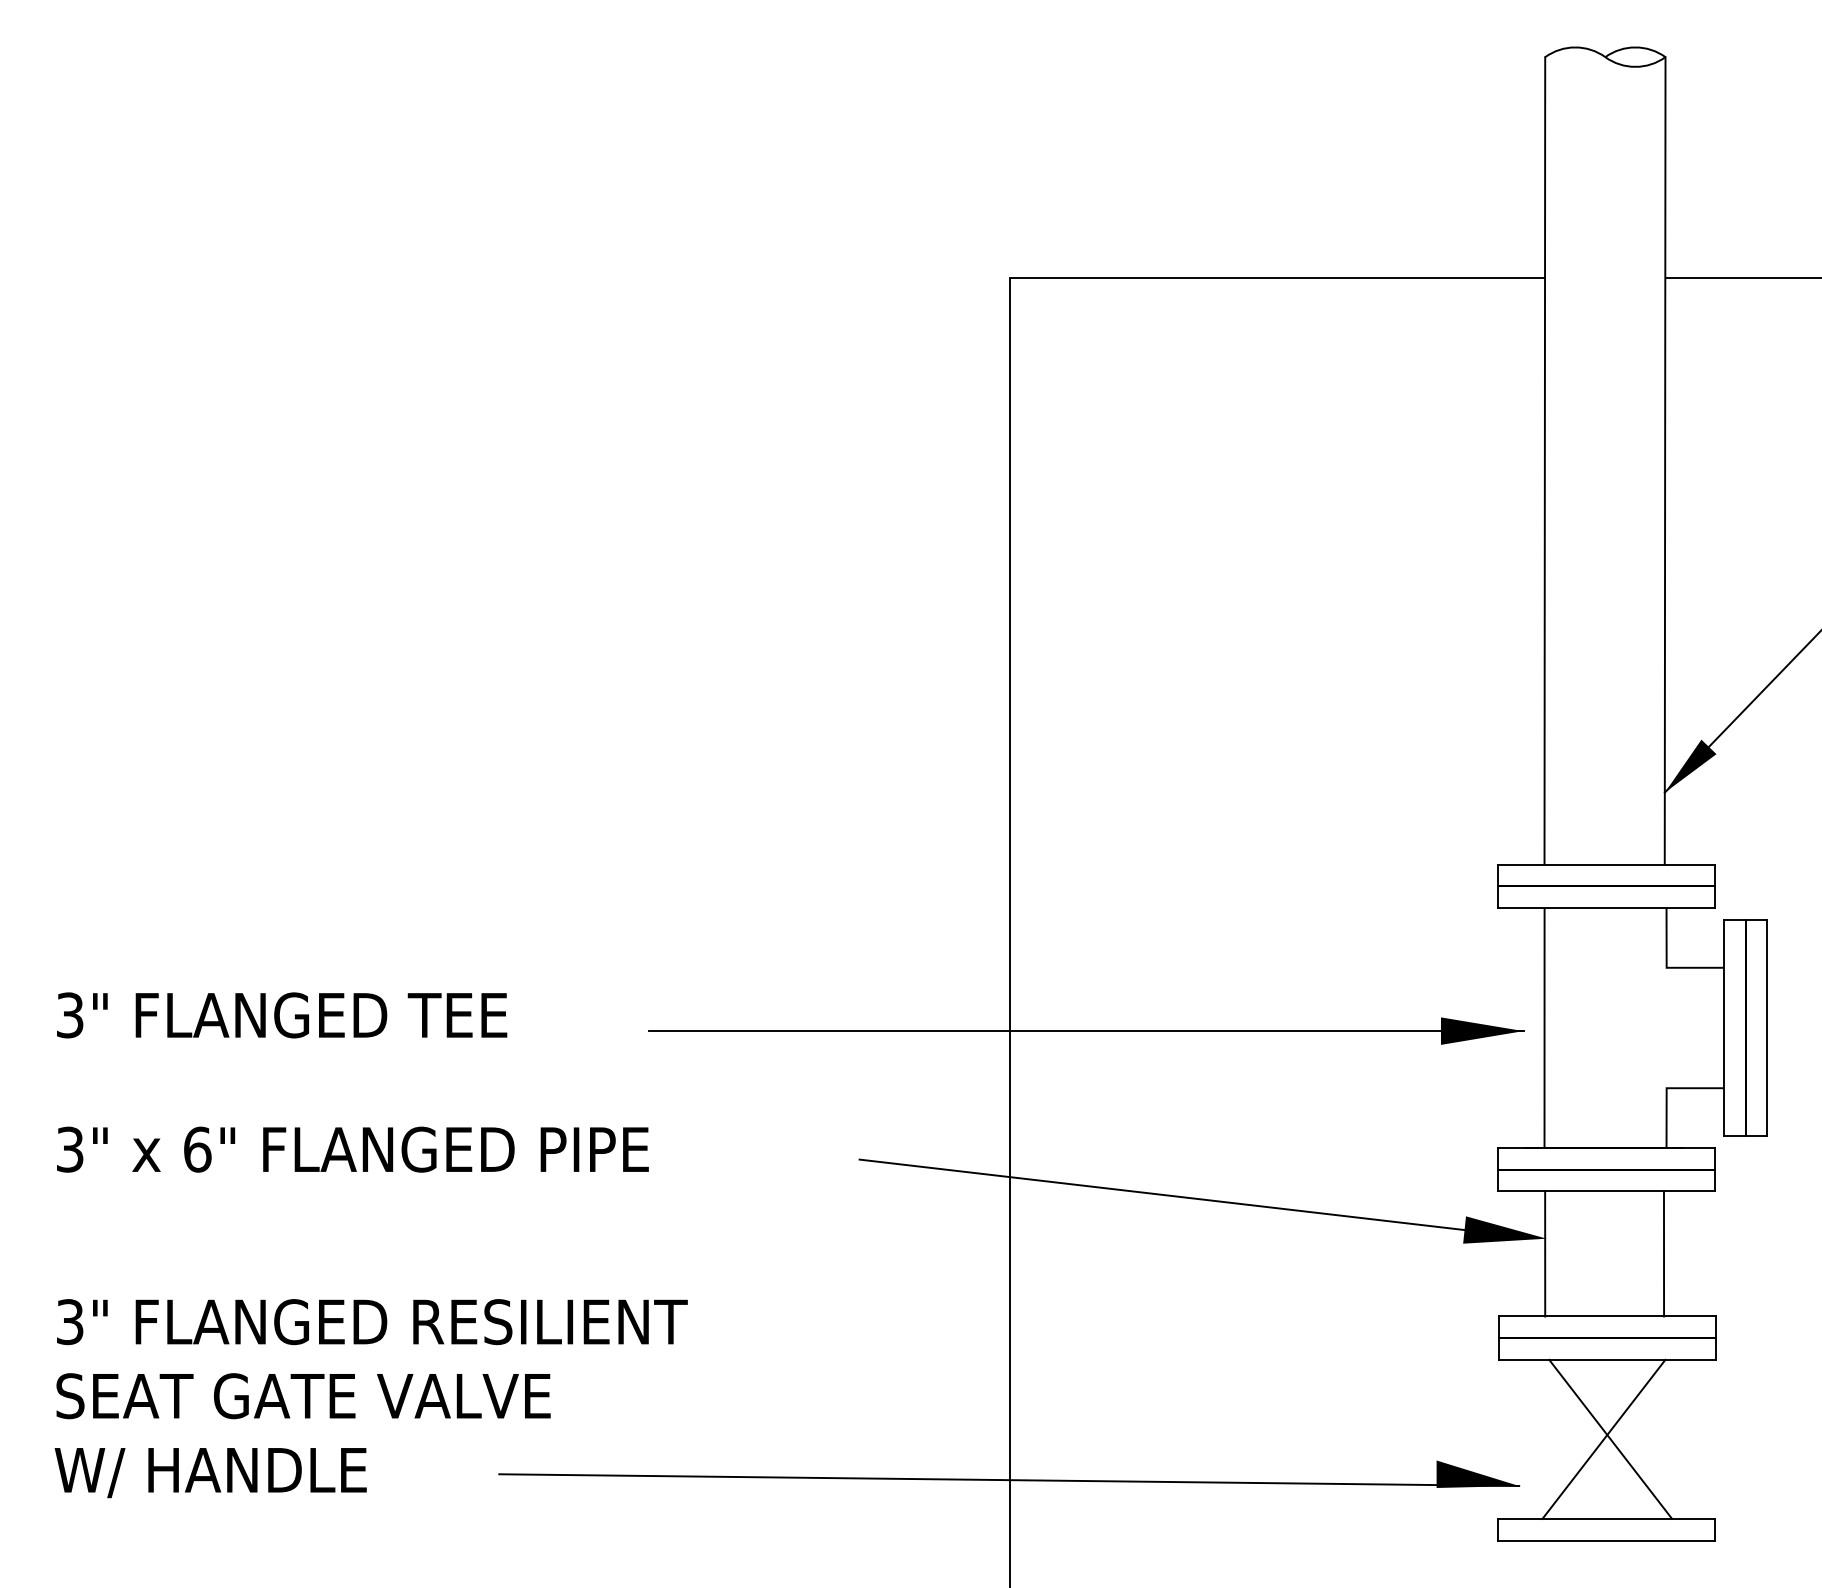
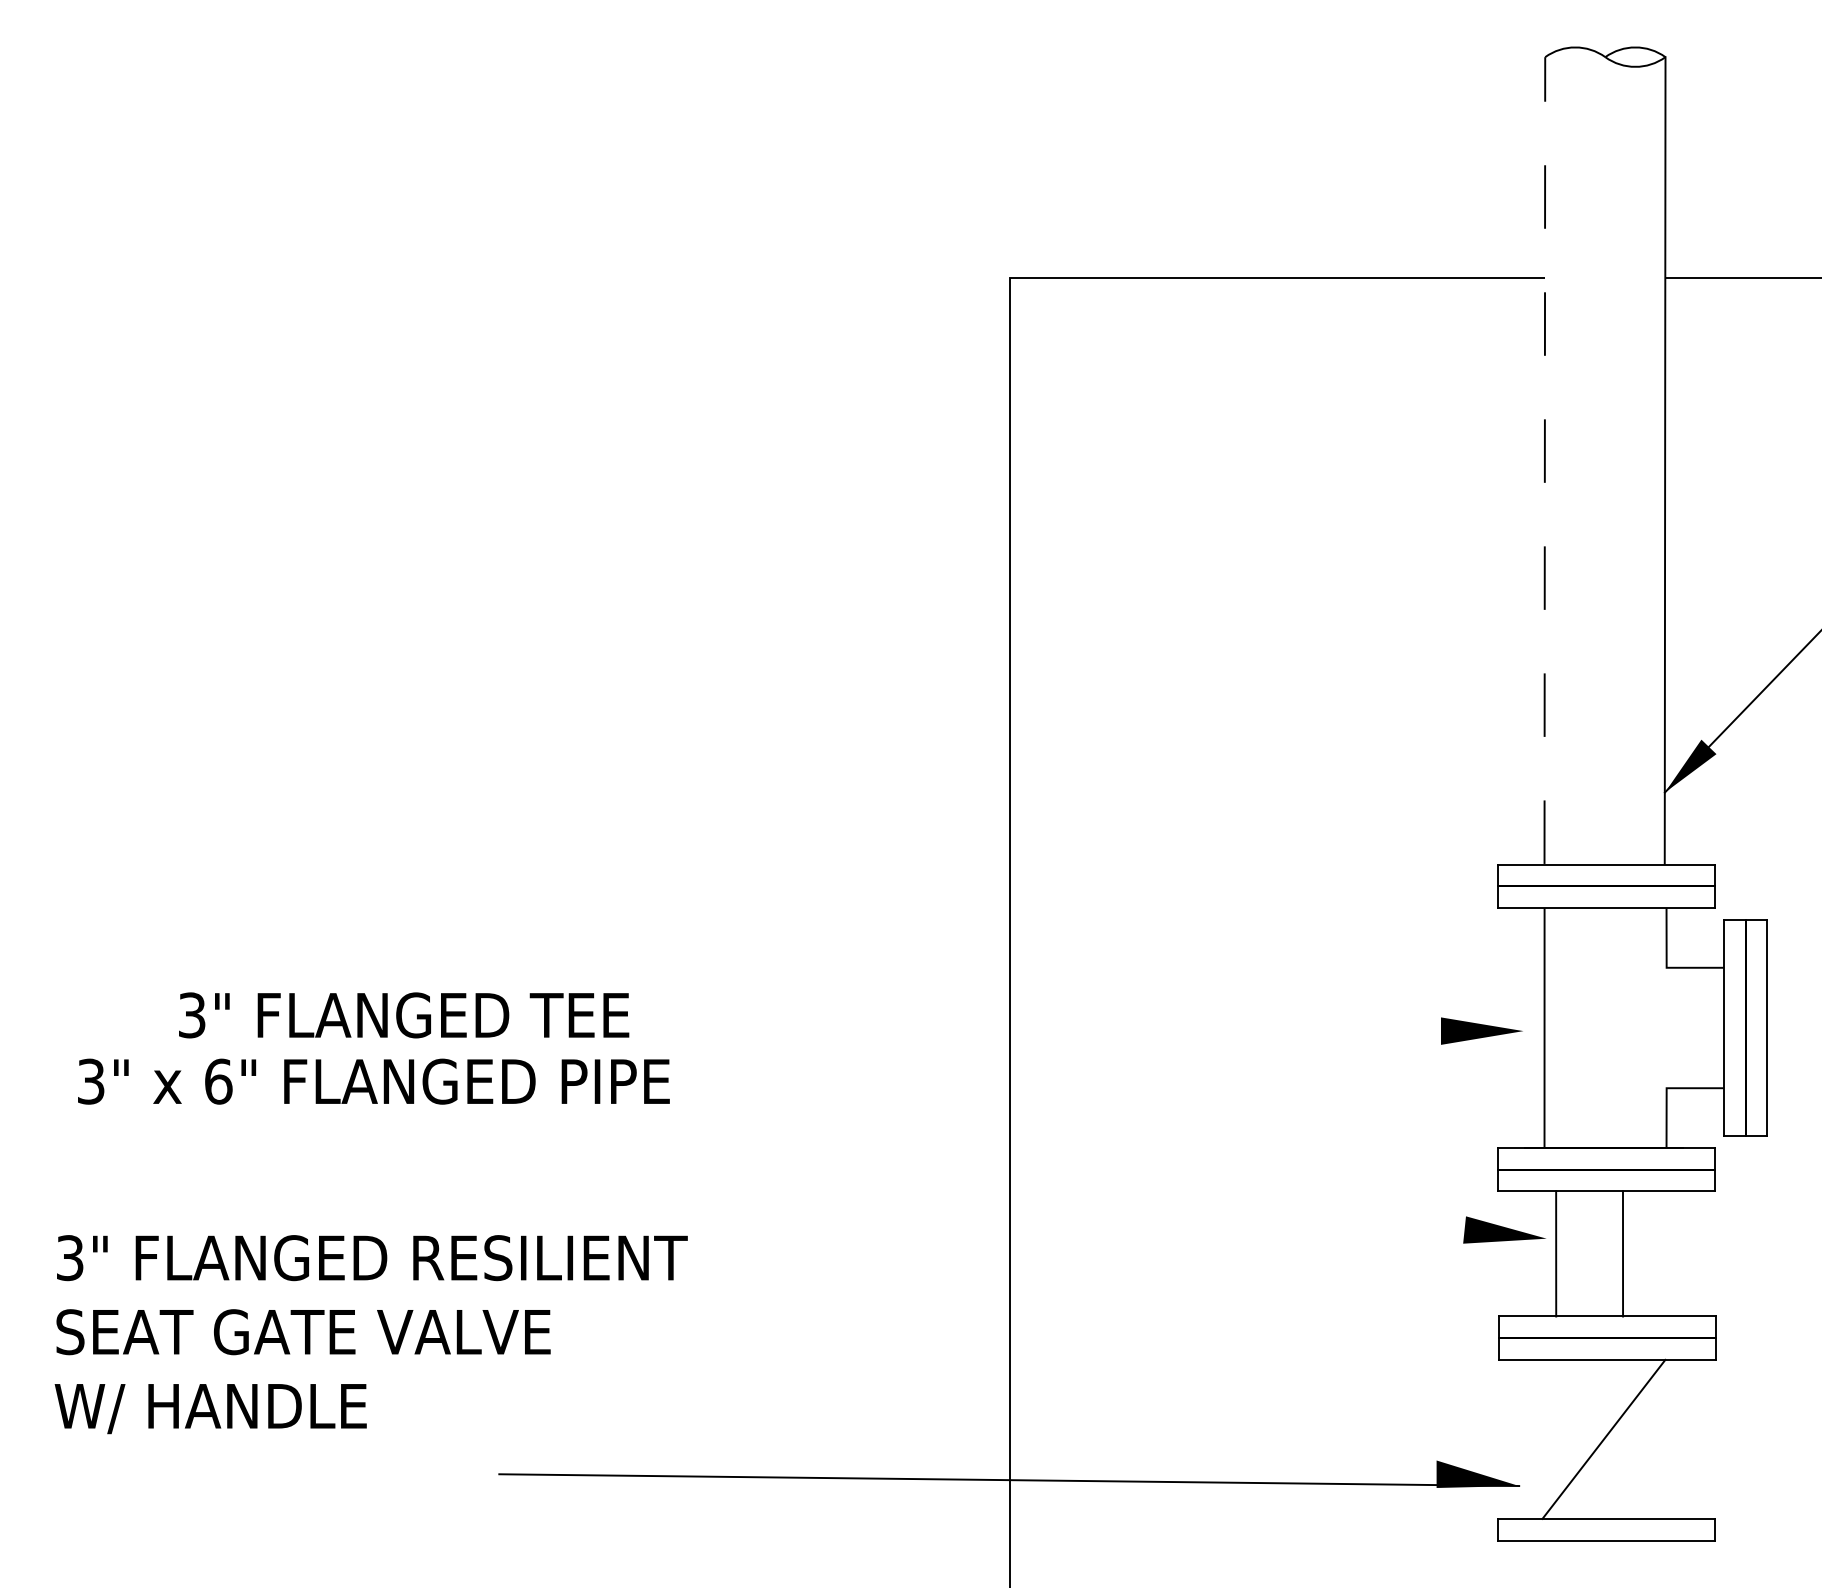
line at (1544, 460): solid -> dashed
text at (282, 1015) position: (282, 1015) -> (404, 1015)
line at (1085, 1031): present -> none
text at (352, 1149) position: (352, 1149) -> (373, 1081)
line at (1161, 1194): present -> none
line at (1545, 1253) position: (1545, 1253) -> (1556, 1253)
line at (1663, 1253) position: (1663, 1253) -> (1622, 1253)
text at (370, 1398) position: (370, 1398) -> (370, 1334)
line at (1610, 1438): present -> none
